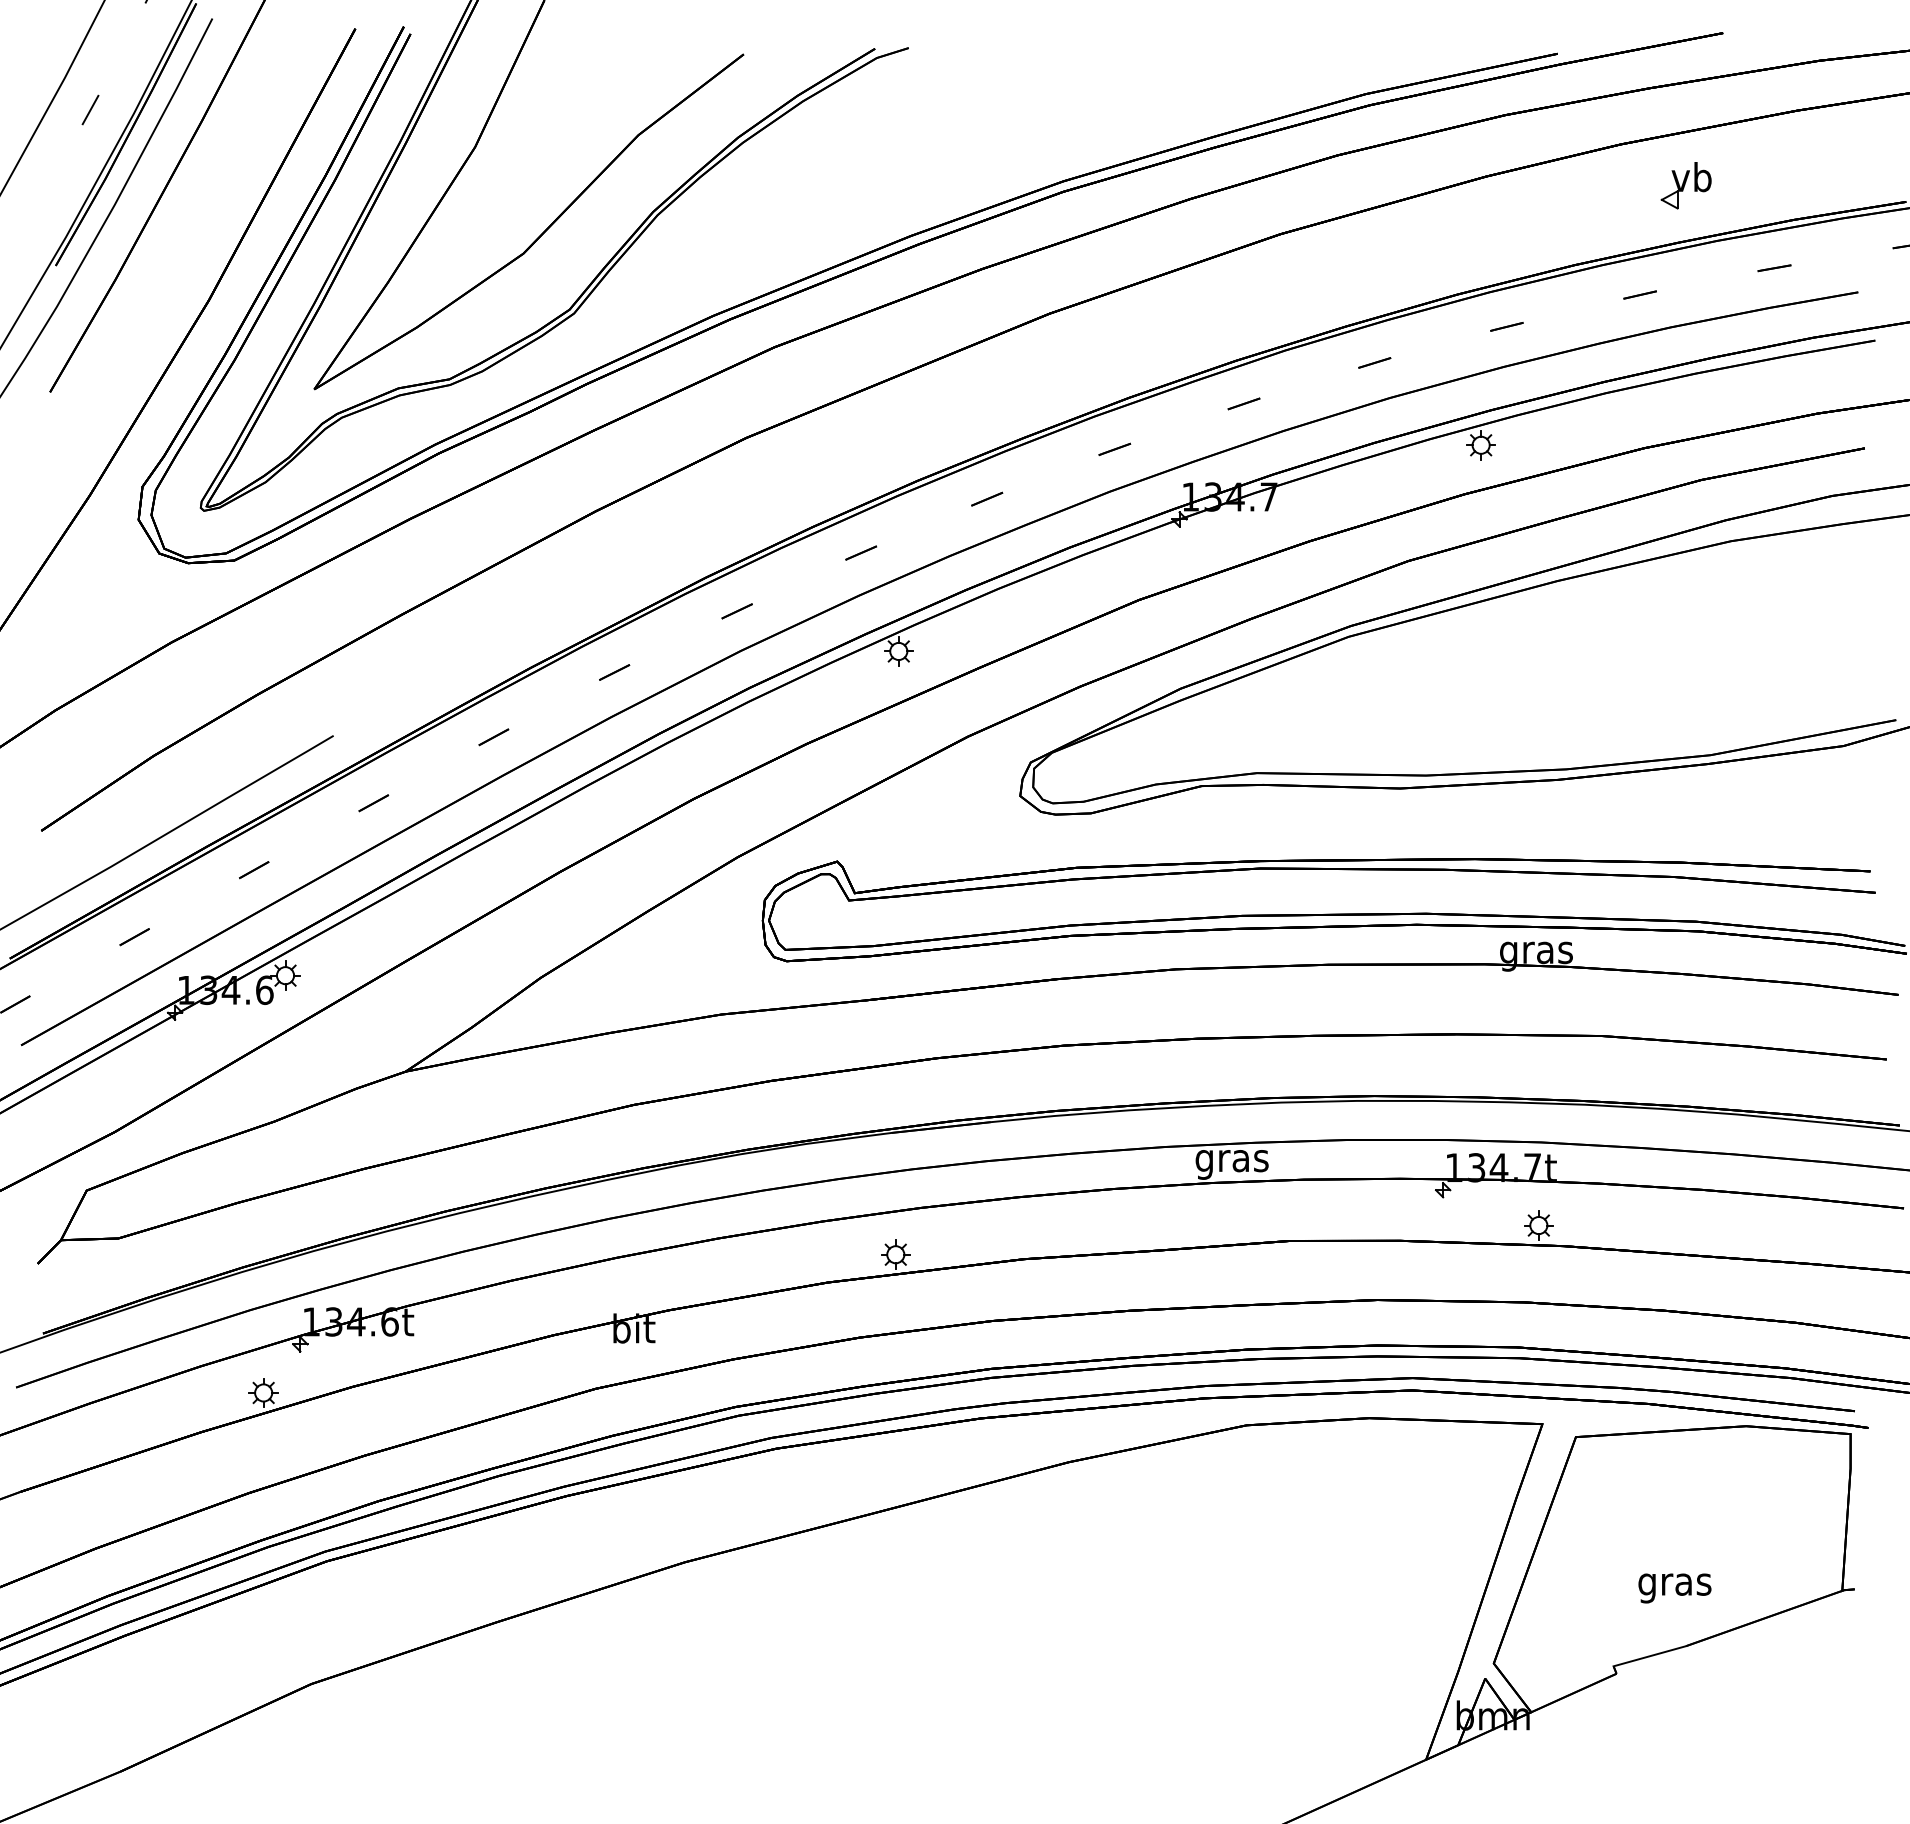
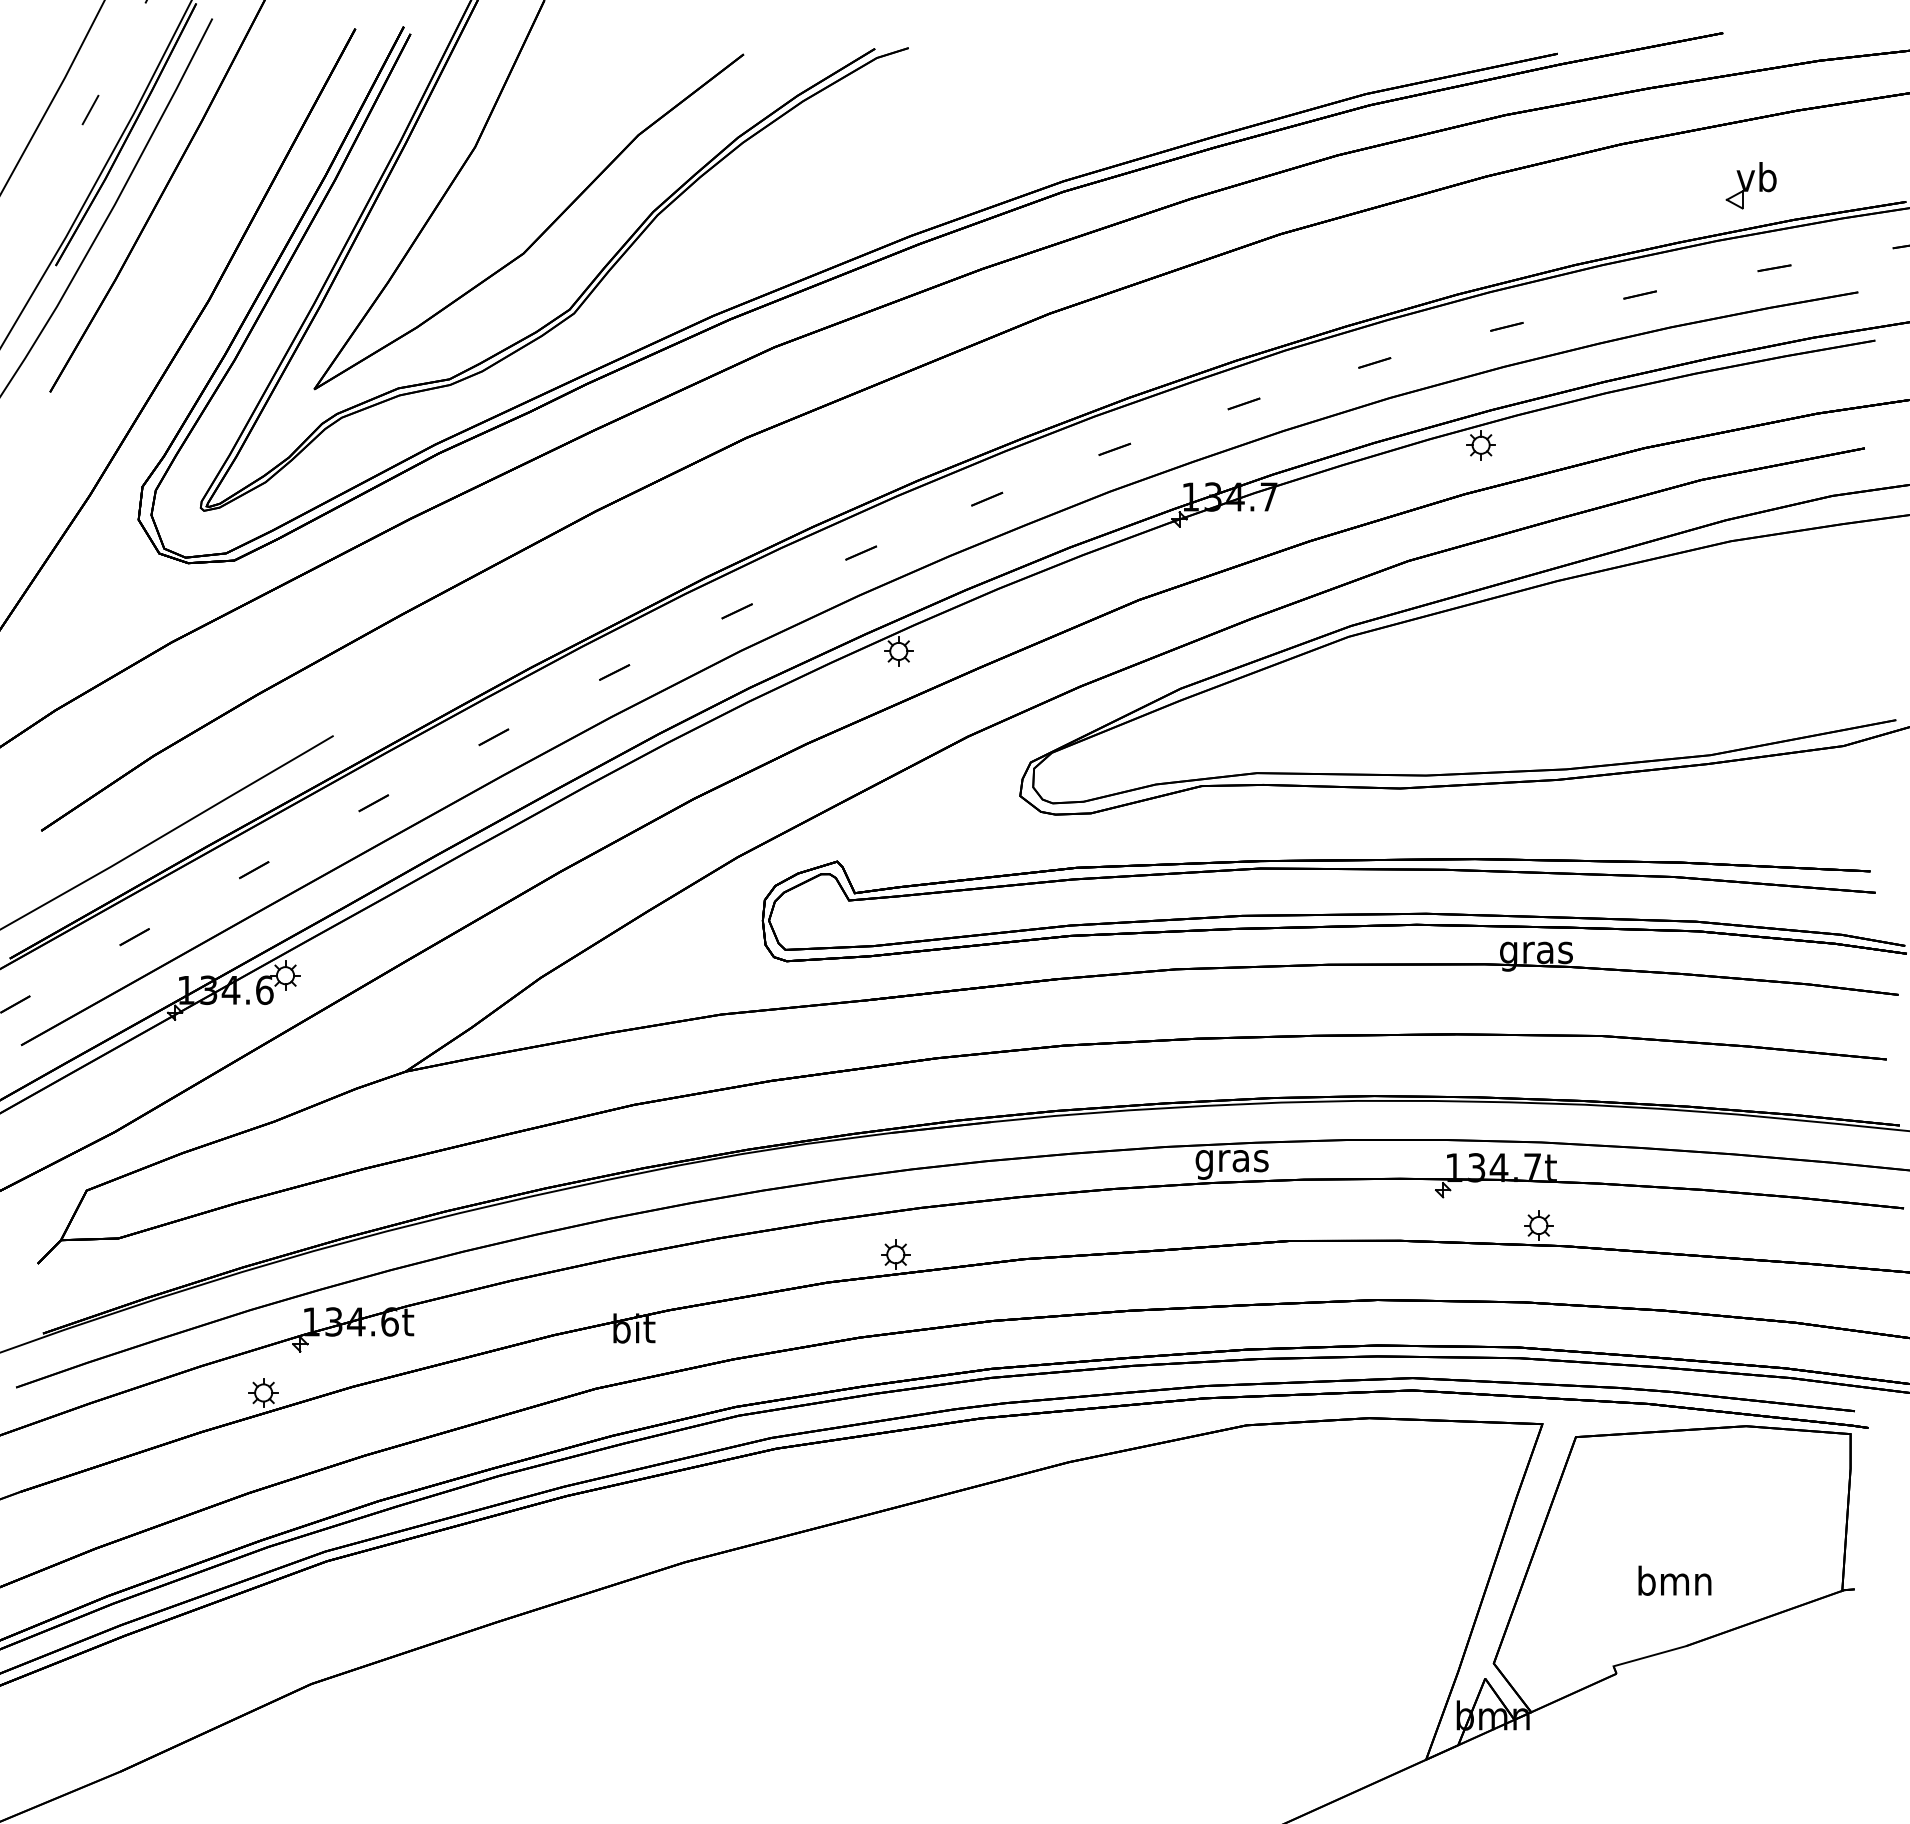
part at (1685, 185) position: (1685, 185) -> (1750, 185)
text at (1674, 1584): gras -> bmn
